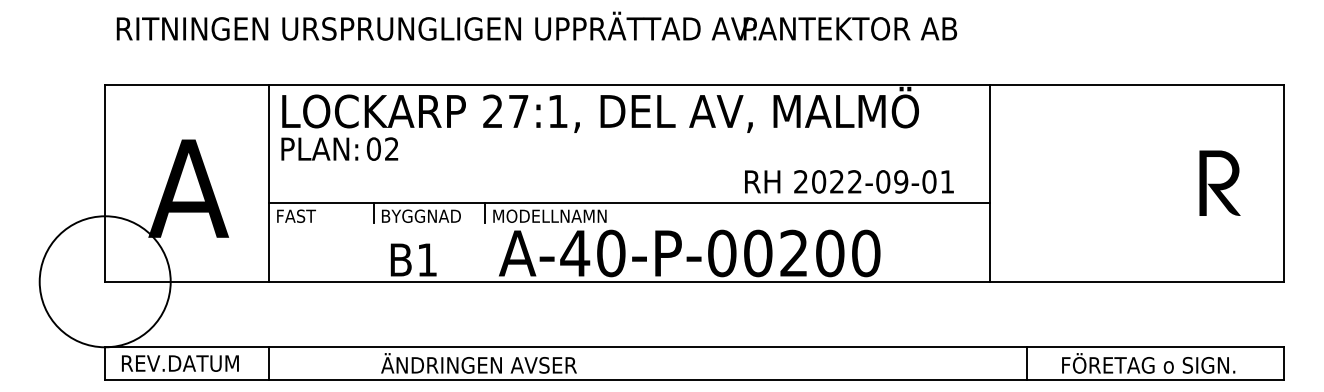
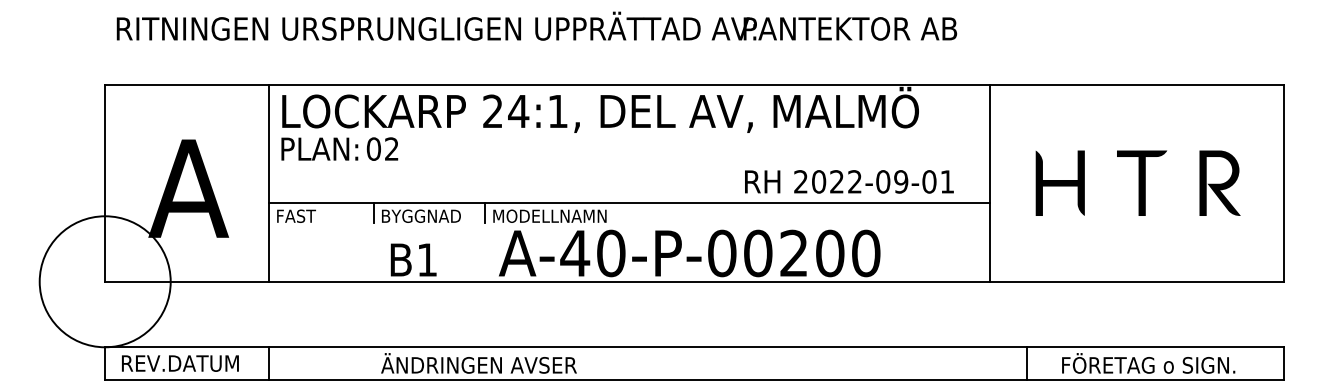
text at (518, 111): 27:1, -> 24:1,
part at (1142, 182): none -> present
fill at (1059, 183): none -> present
